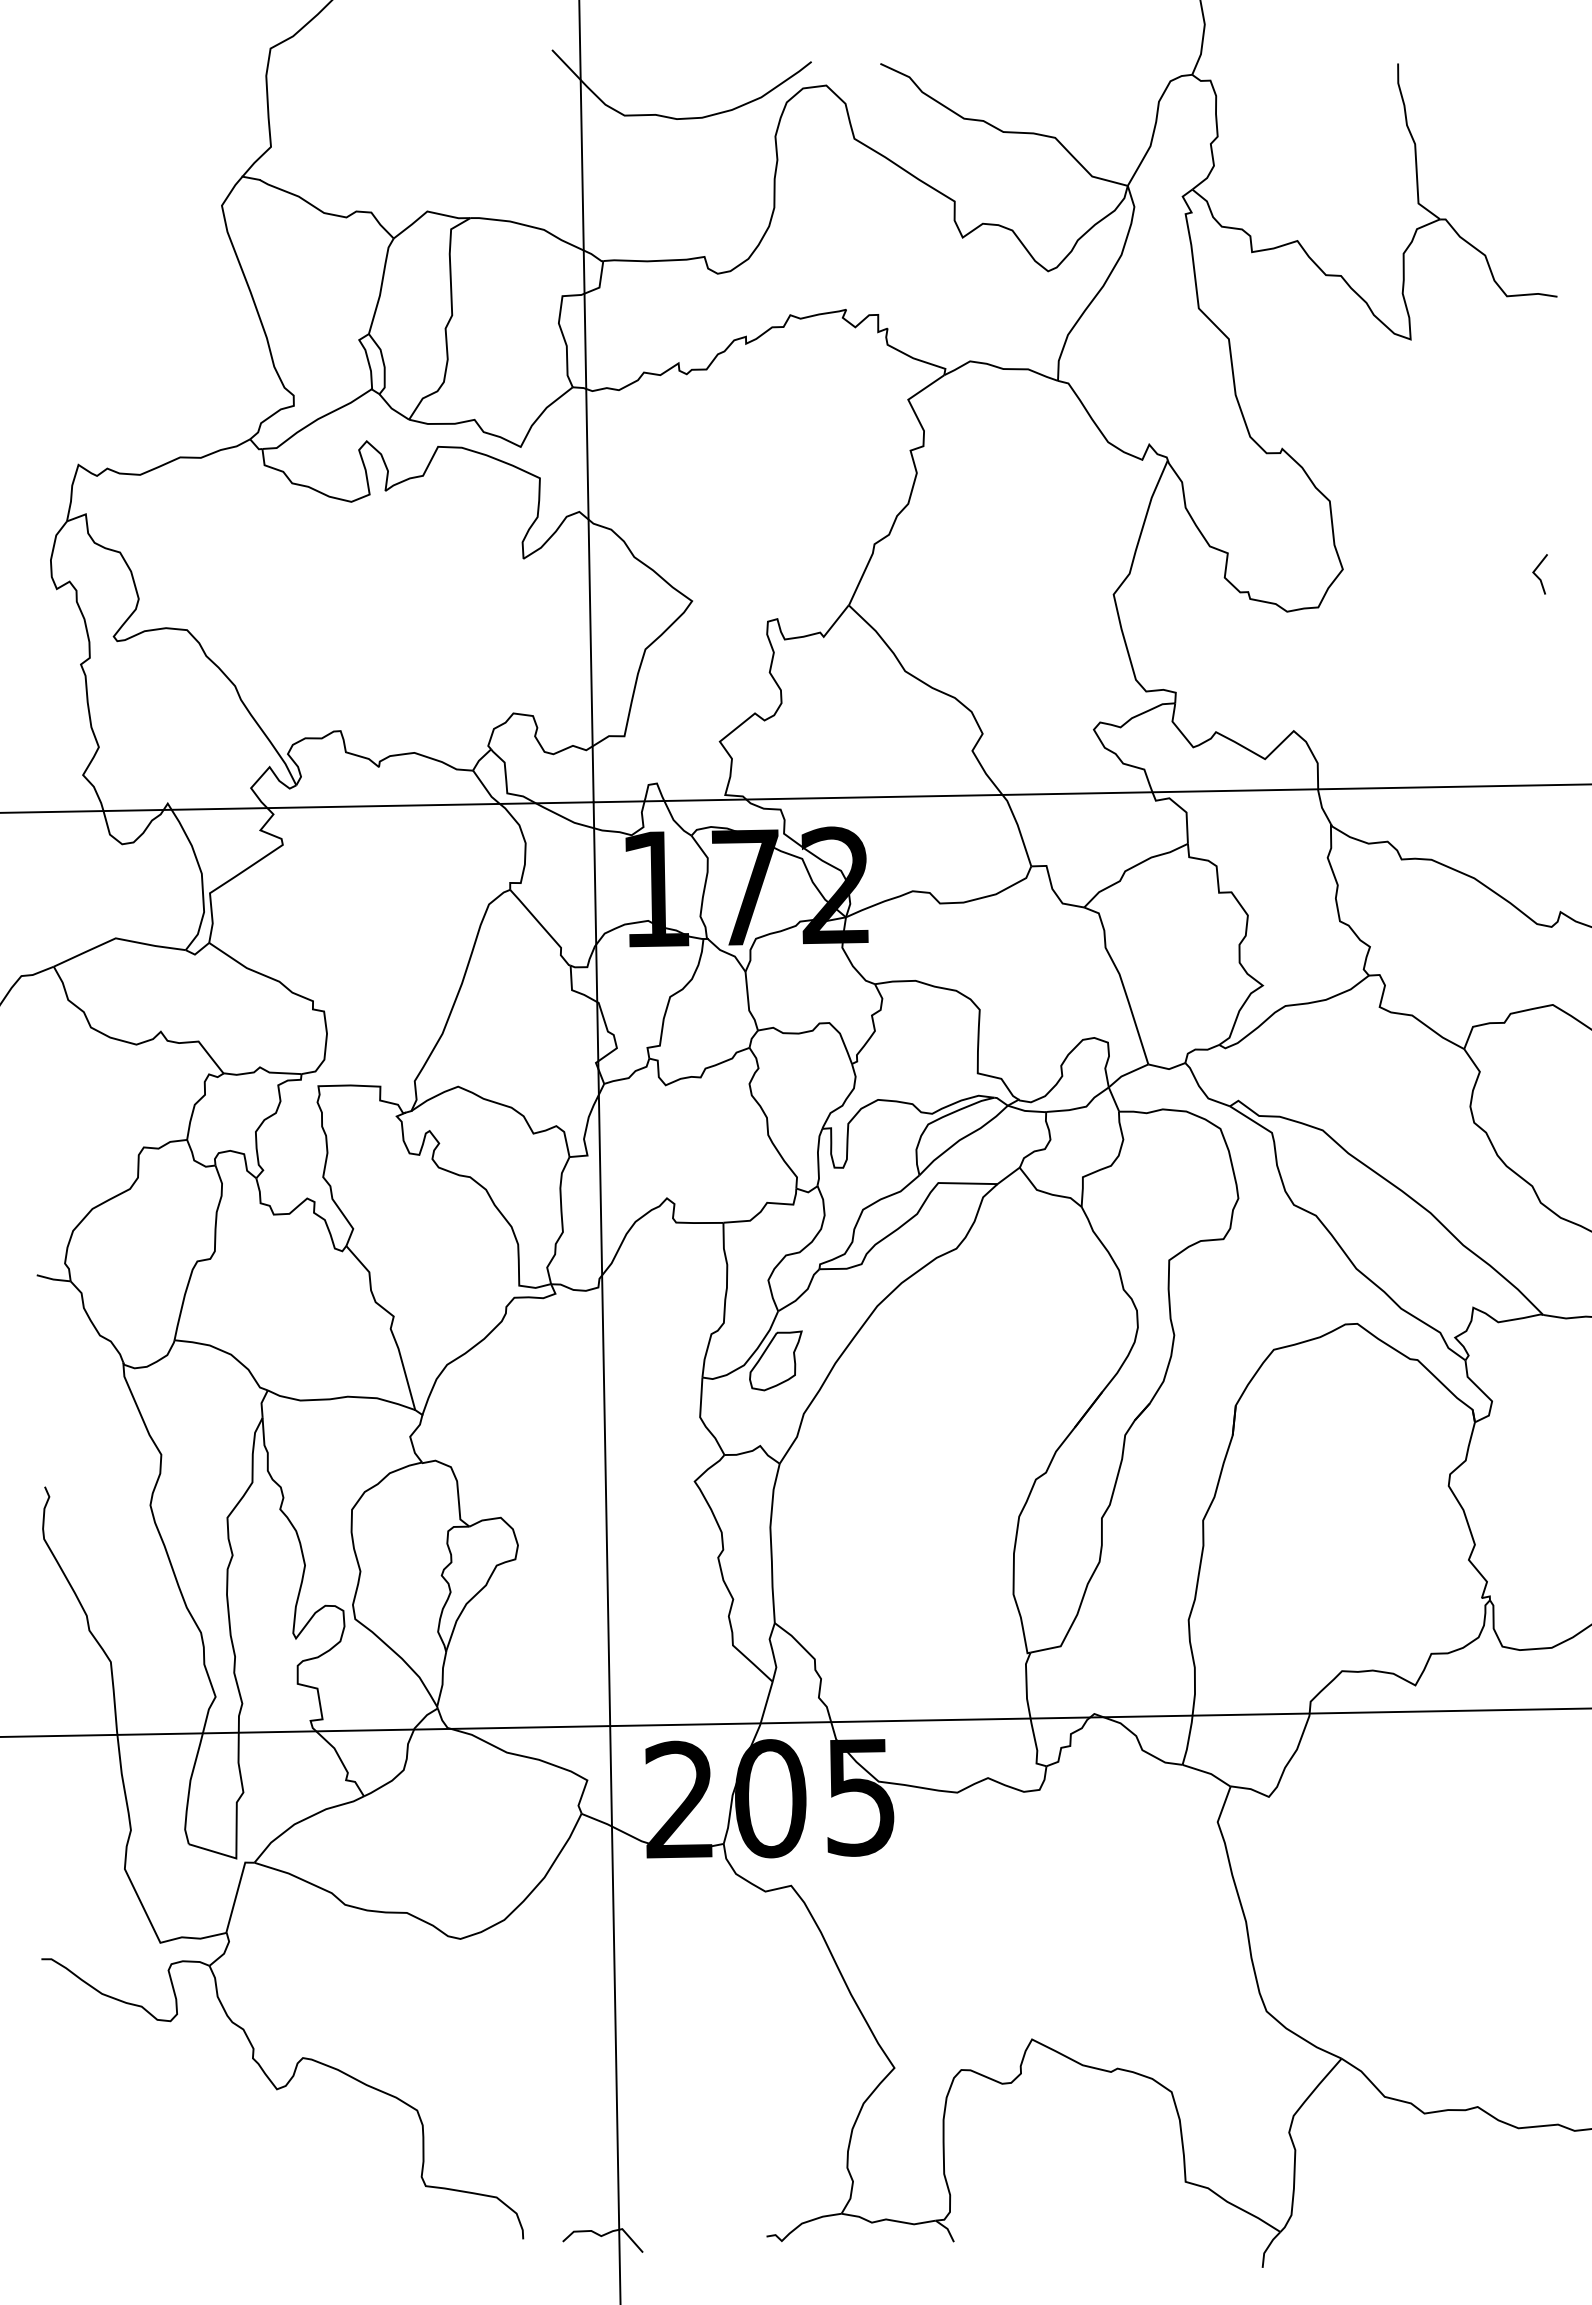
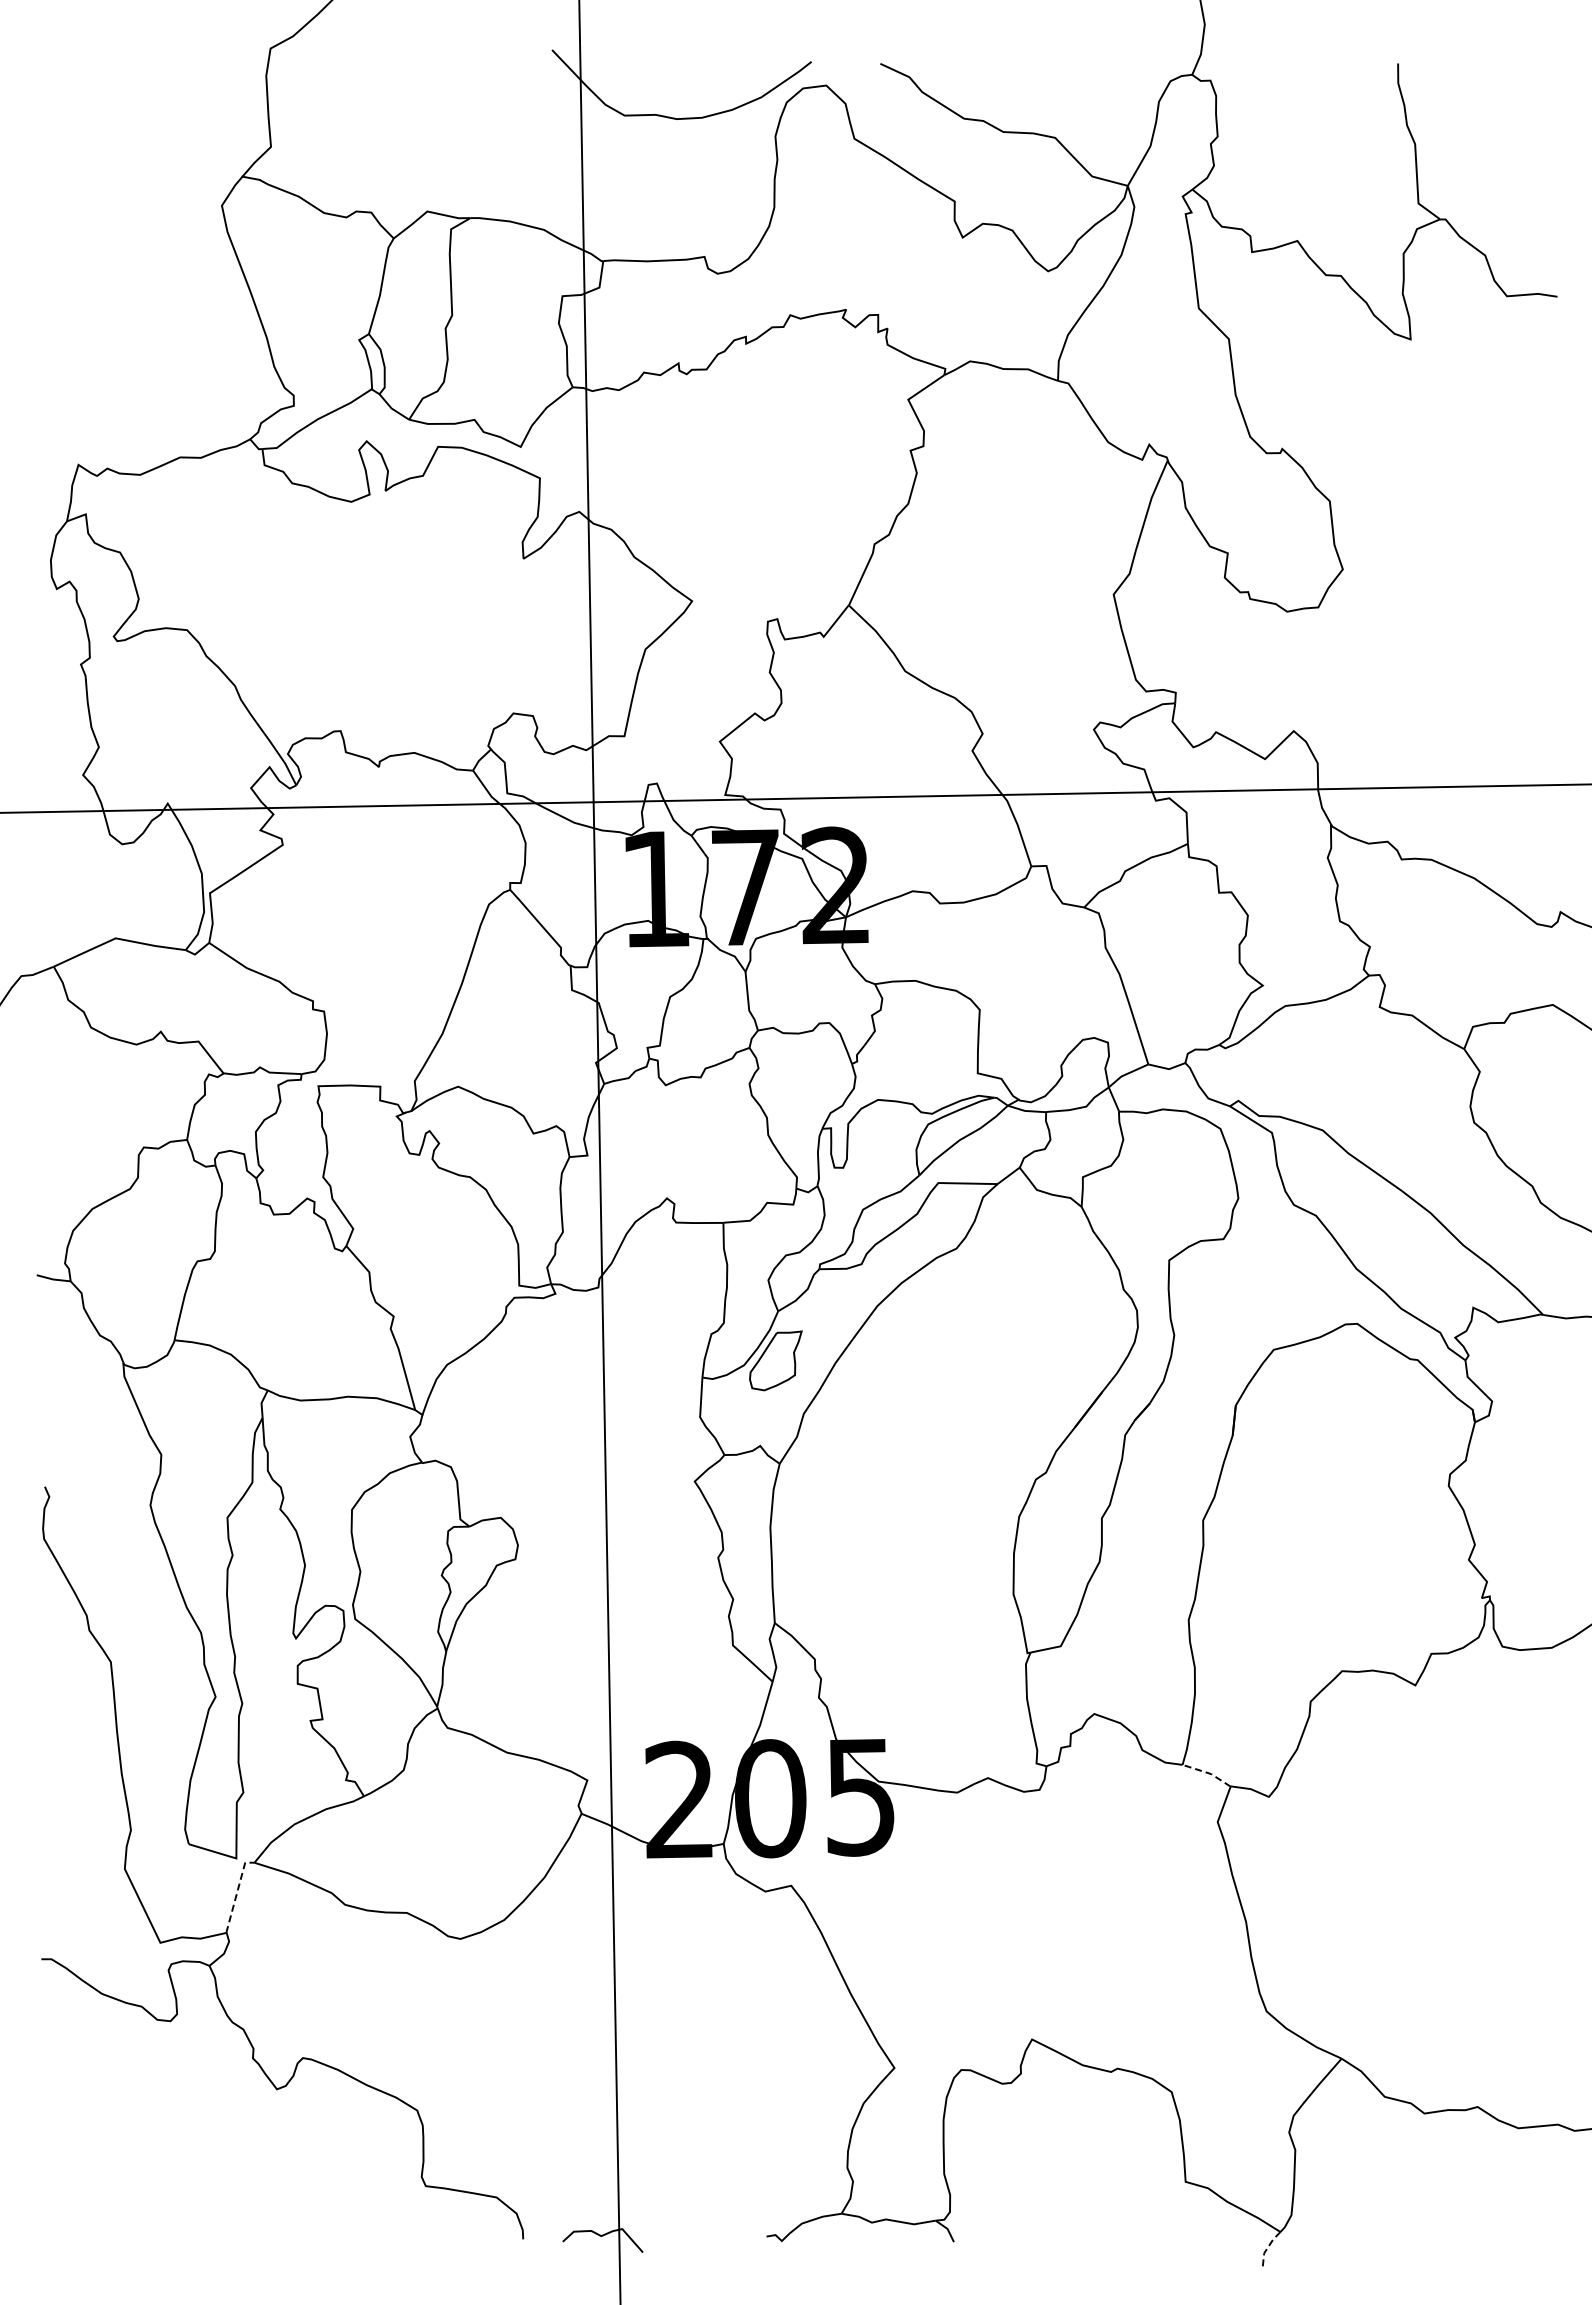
line at (1537, 575): present -> none
line at (795, 1722): present -> none
line at (1208, 1773): solid -> dashed
line at (237, 1892): solid -> dashed
line at (1267, 2248): solid -> dashed
